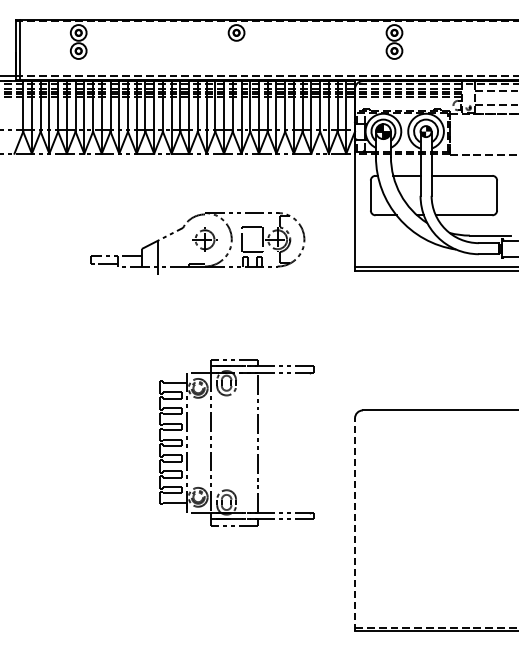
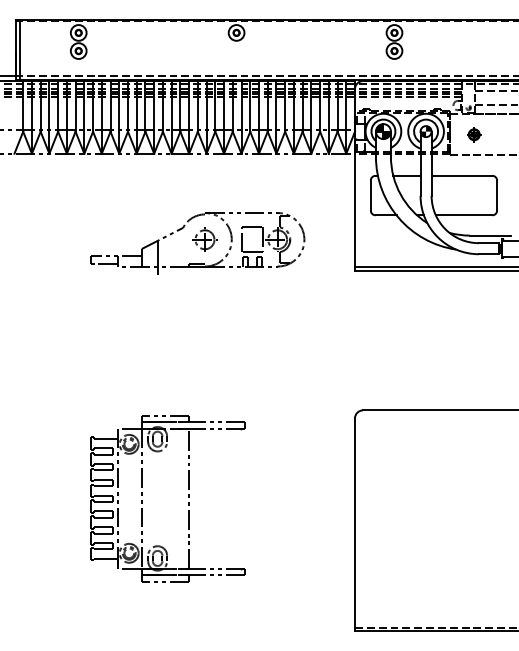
part at (474, 134): none -> present
part at (257, 441) position: (257, 441) -> (188, 497)
line at (355, 524): dashed -> solid
